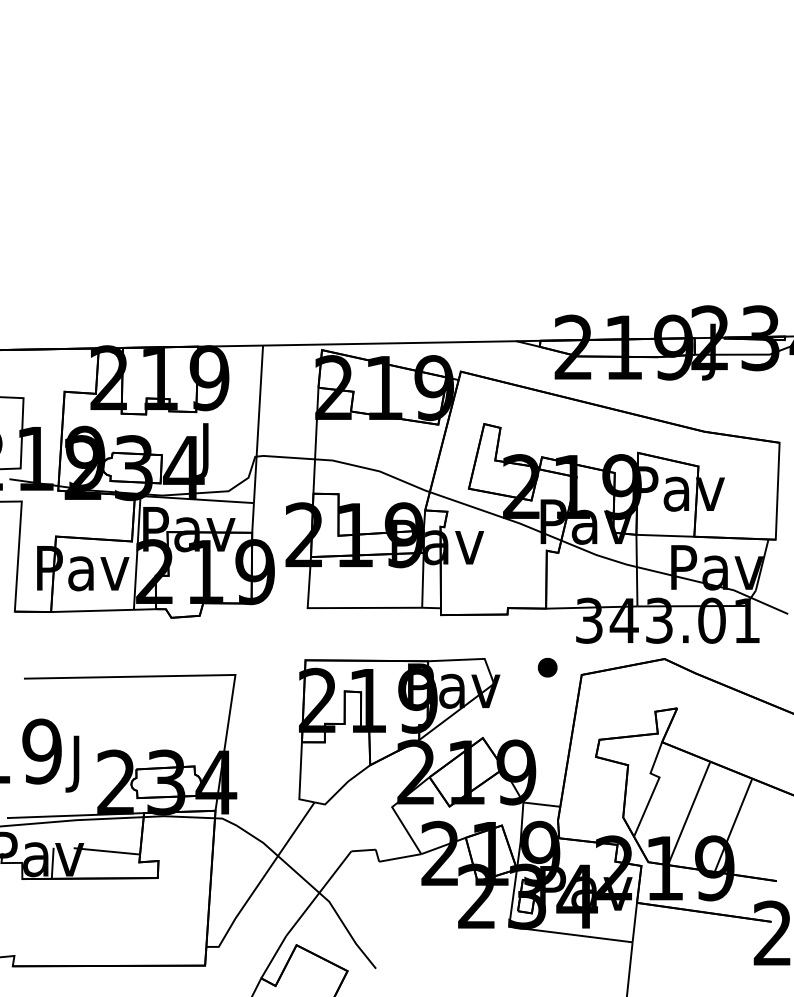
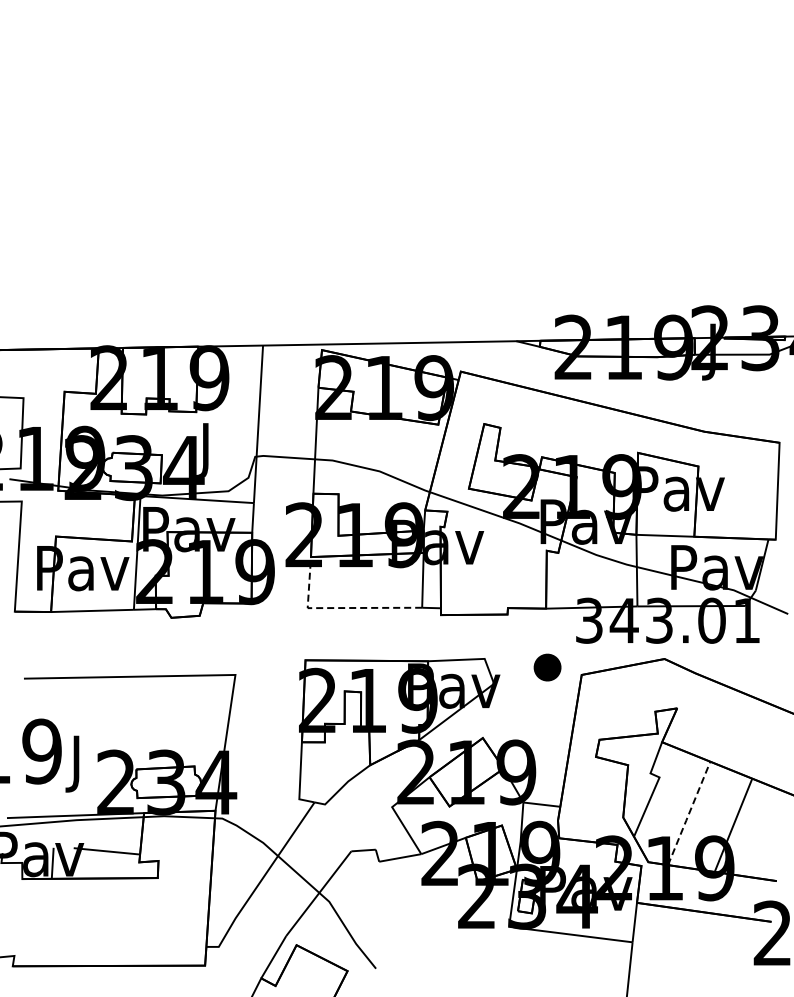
line at (338, 608): solid -> dashed
part at (547, 667) size: 20x20 px -> 29x29 px
line at (689, 813): solid -> dashed
